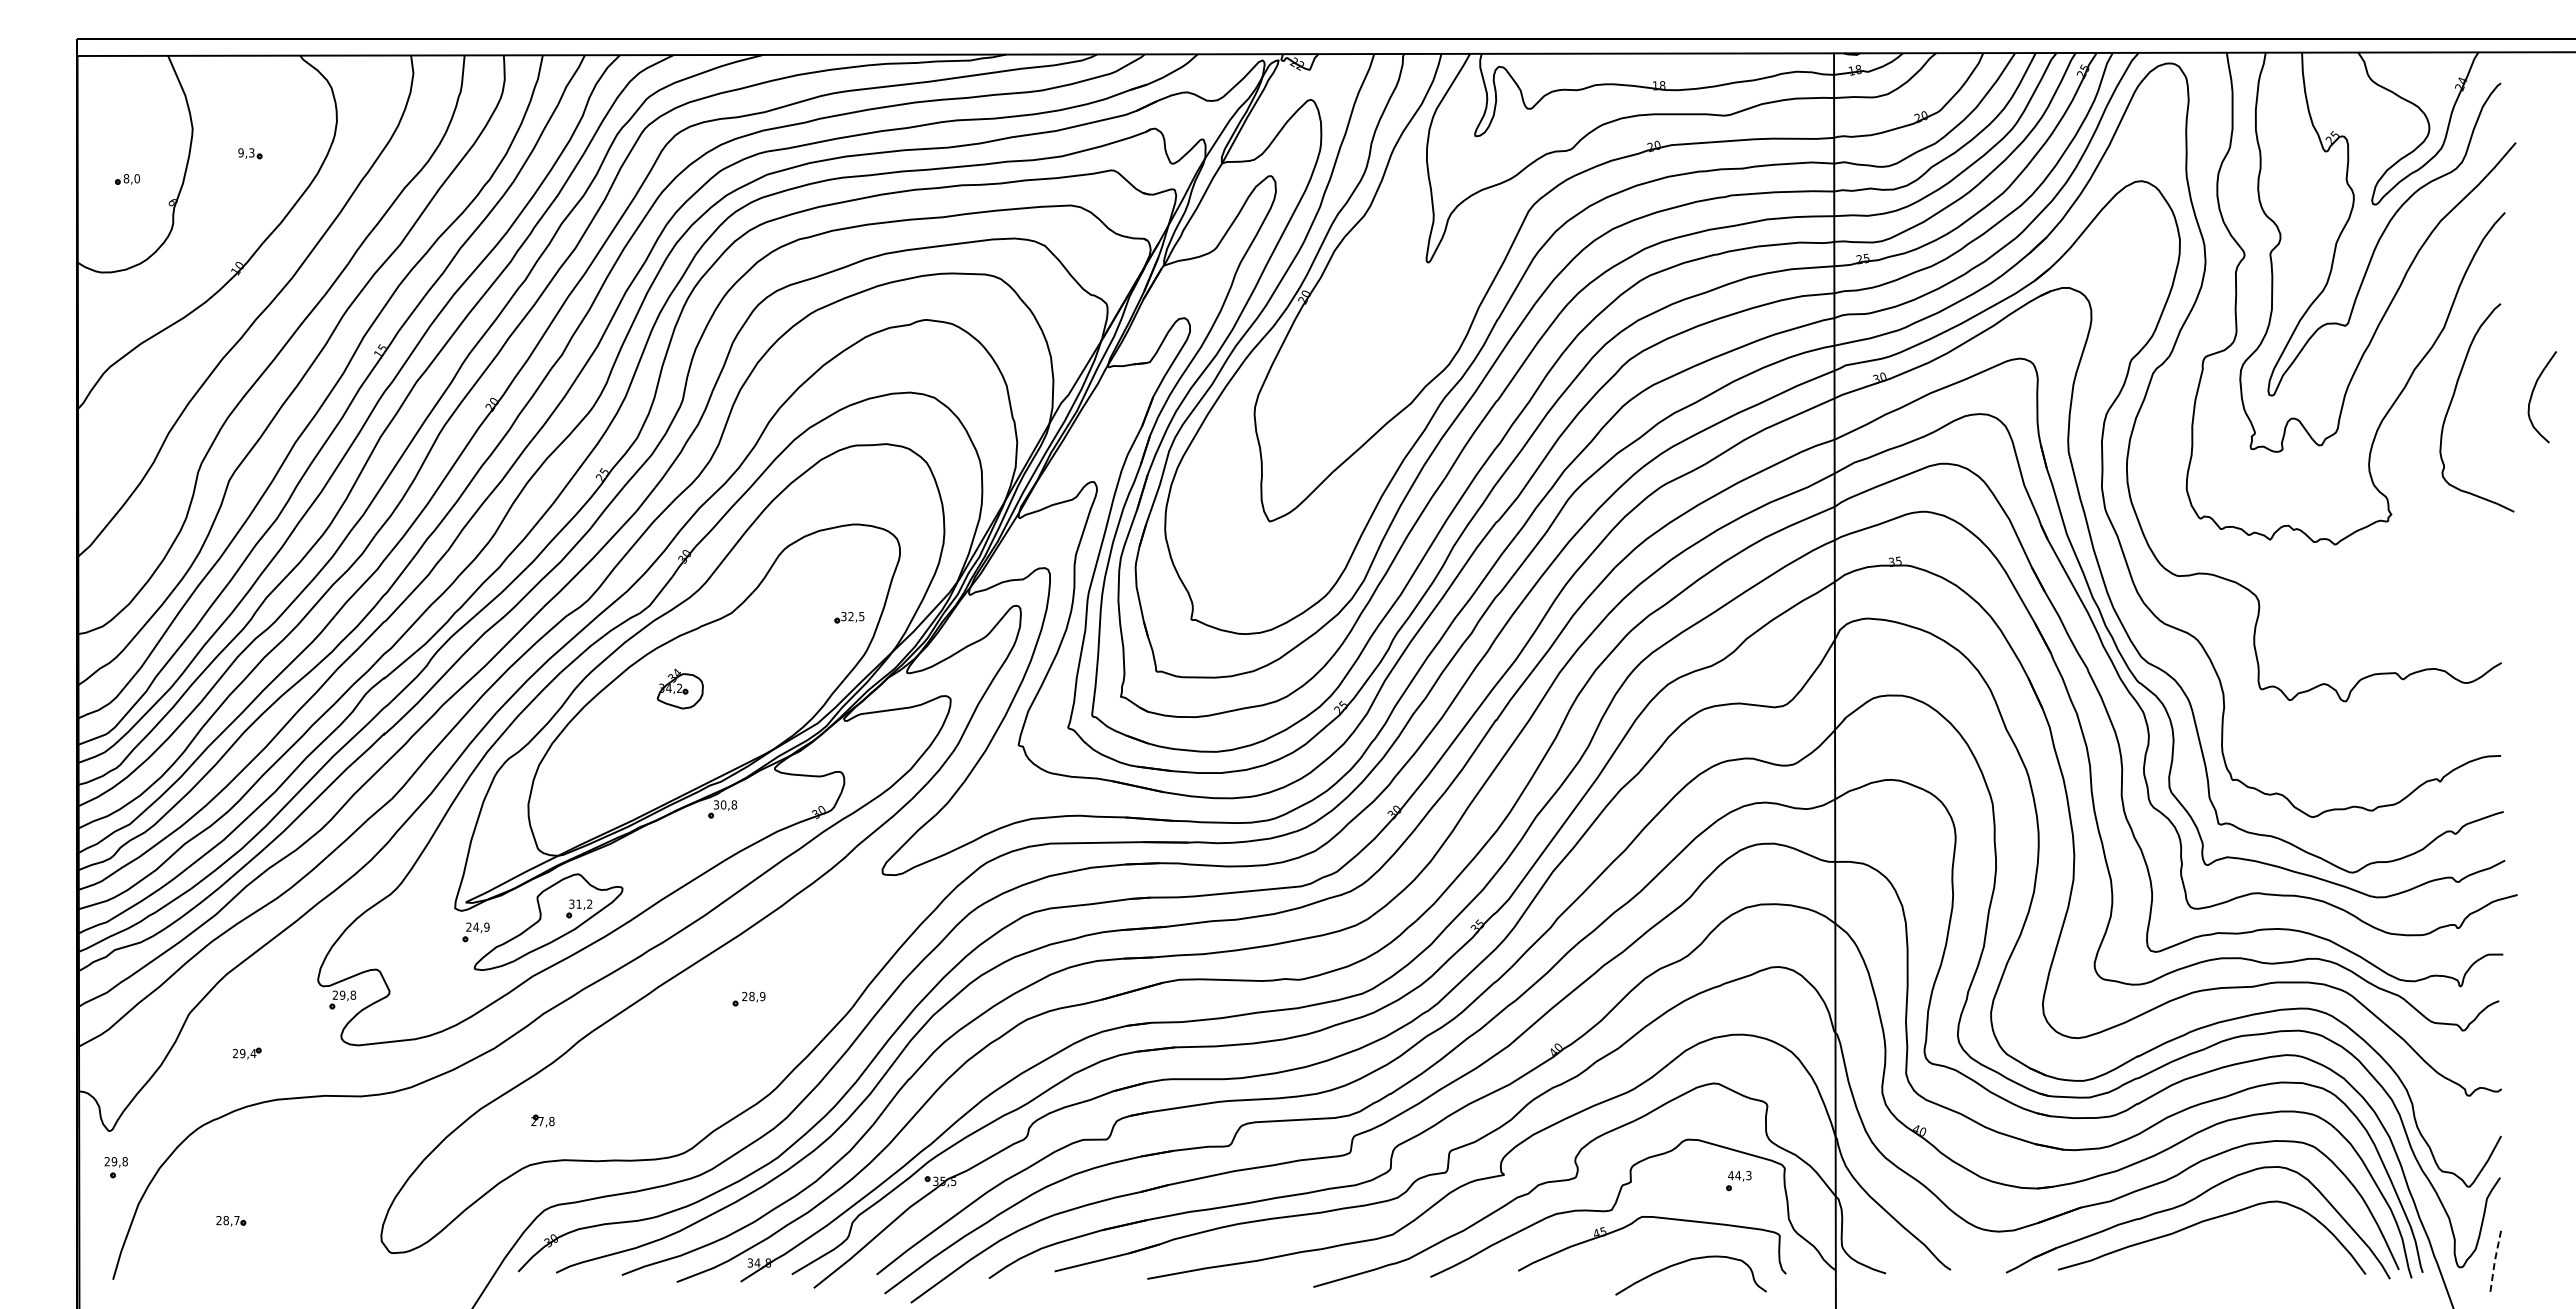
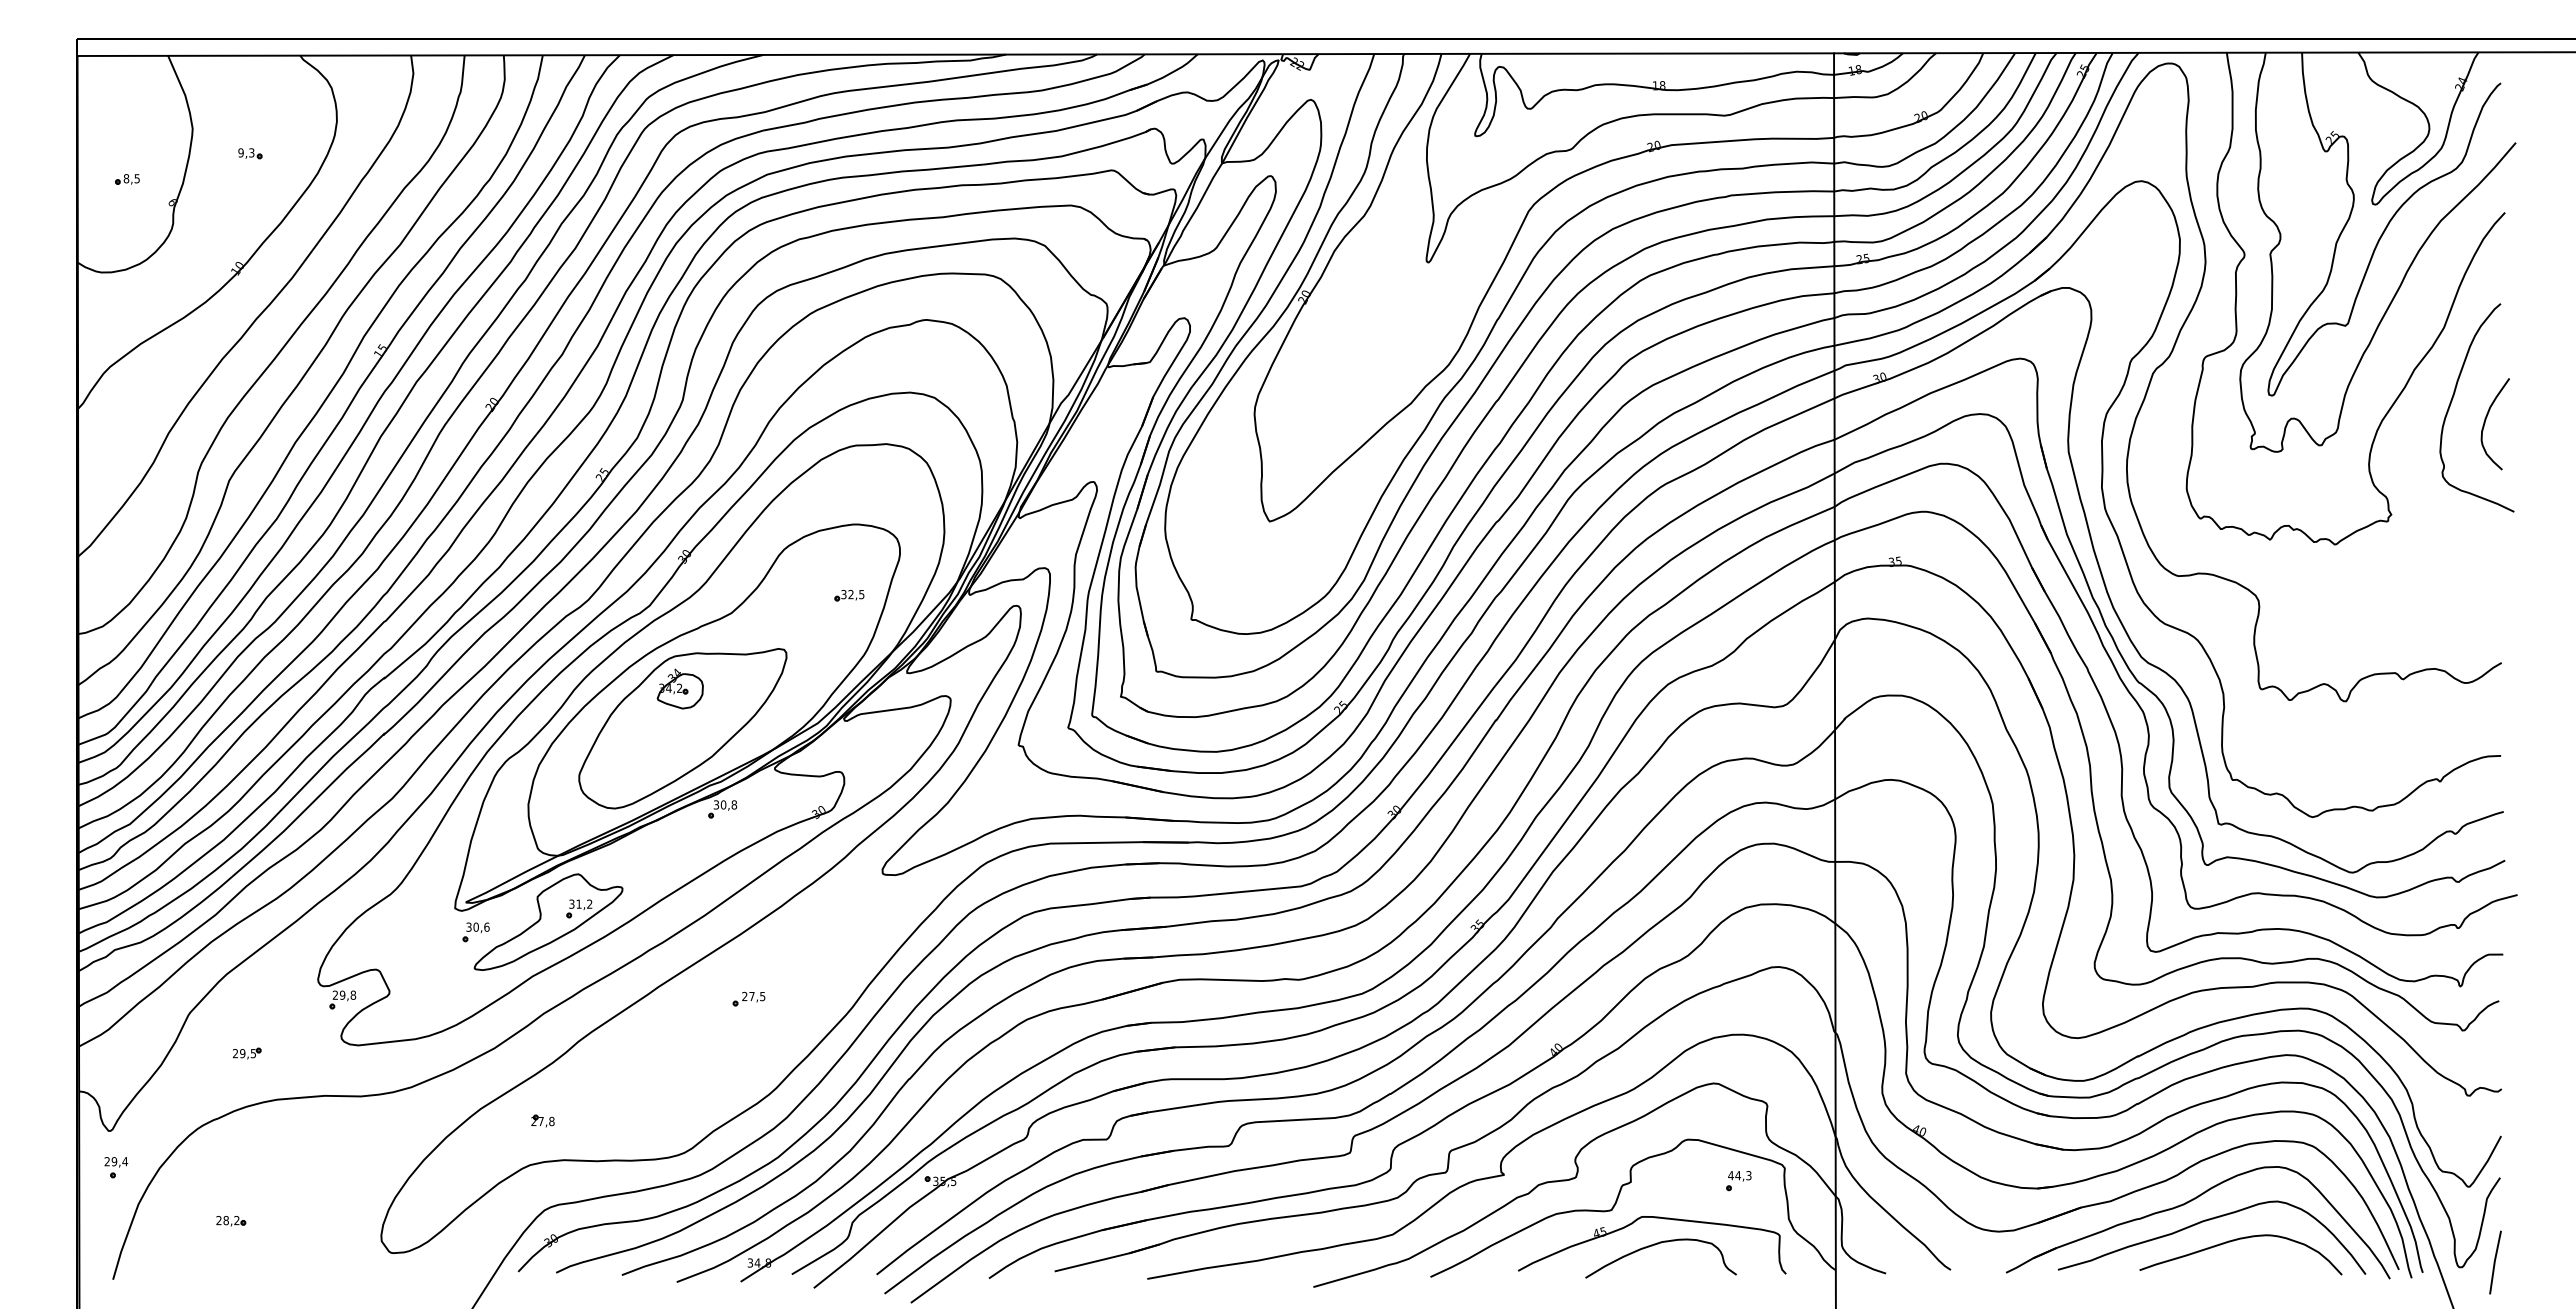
text at (136, 178): 8,0 -> 8,5
curve at (2533, 393) position: (2533, 393) -> (2486, 420)
part at (849, 617) position: (849, 617) -> (849, 595)
part at (682, 728): none -> present
text at (477, 926): 24,9 -> 30,6
text at (757, 996): 28,9 -> 27,5
text at (253, 1053): 29,4 -> 29,5
text at (125, 1161): 29,8 -> 29,4
text at (236, 1220): 28,7 -> 28,2
curve at (2237, 1240): none -> present
curve at (1685, 1262) position: (1685, 1262) -> (1655, 1245)
line at (2494, 1262): dashed -> solid
